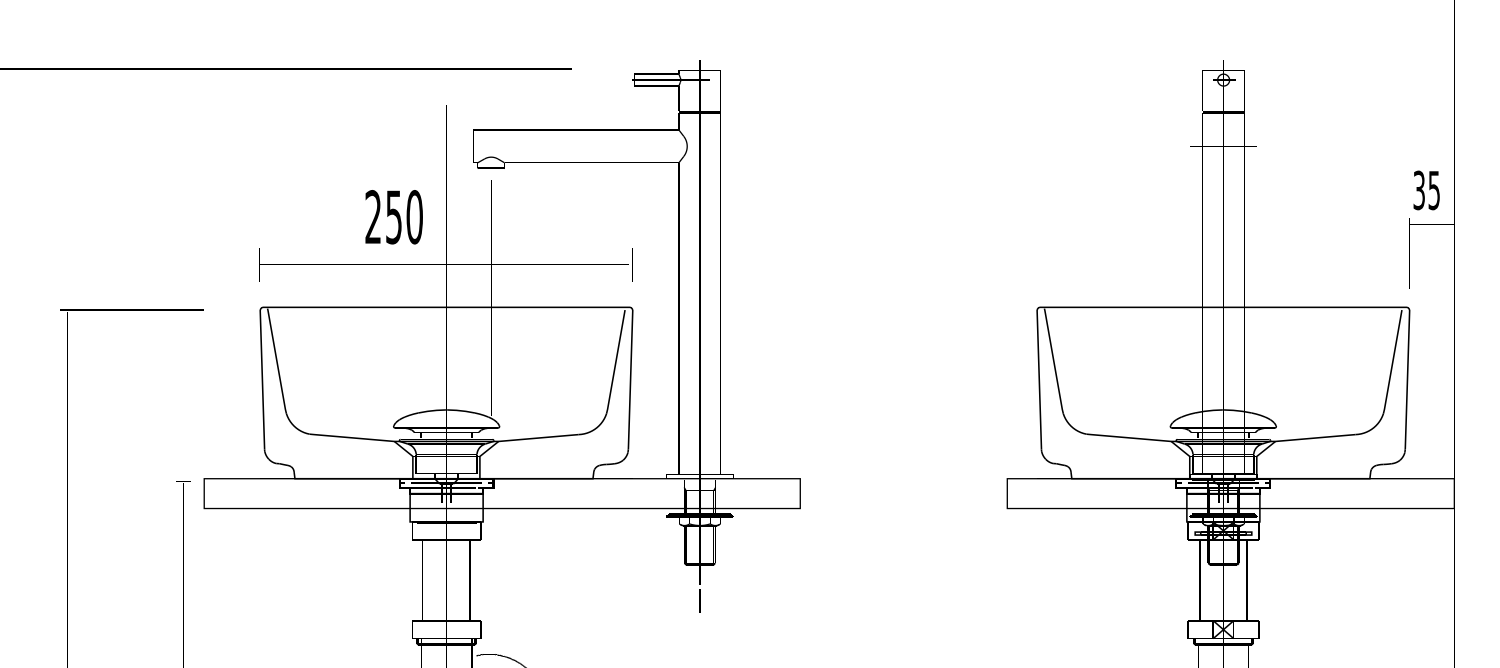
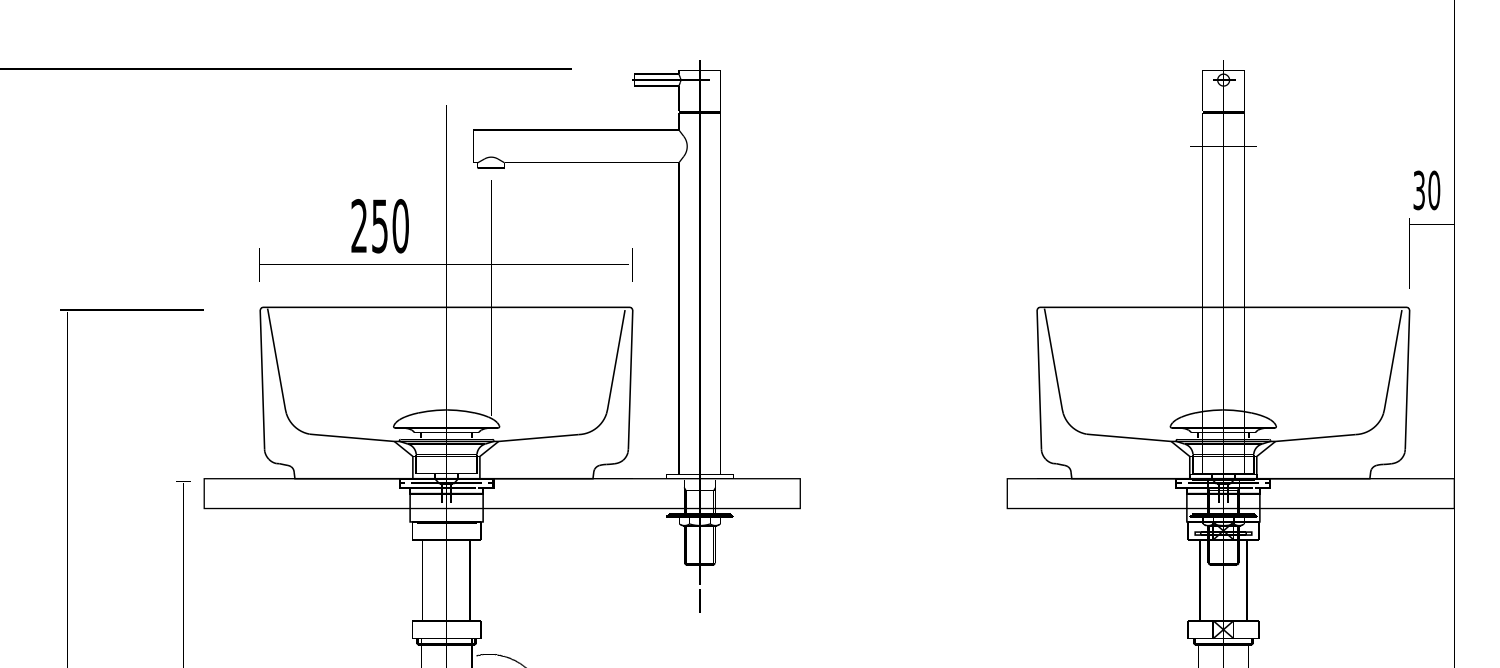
text at (1434, 190): 35 -> 30
text at (393, 217) position: (393, 217) -> (379, 226)
